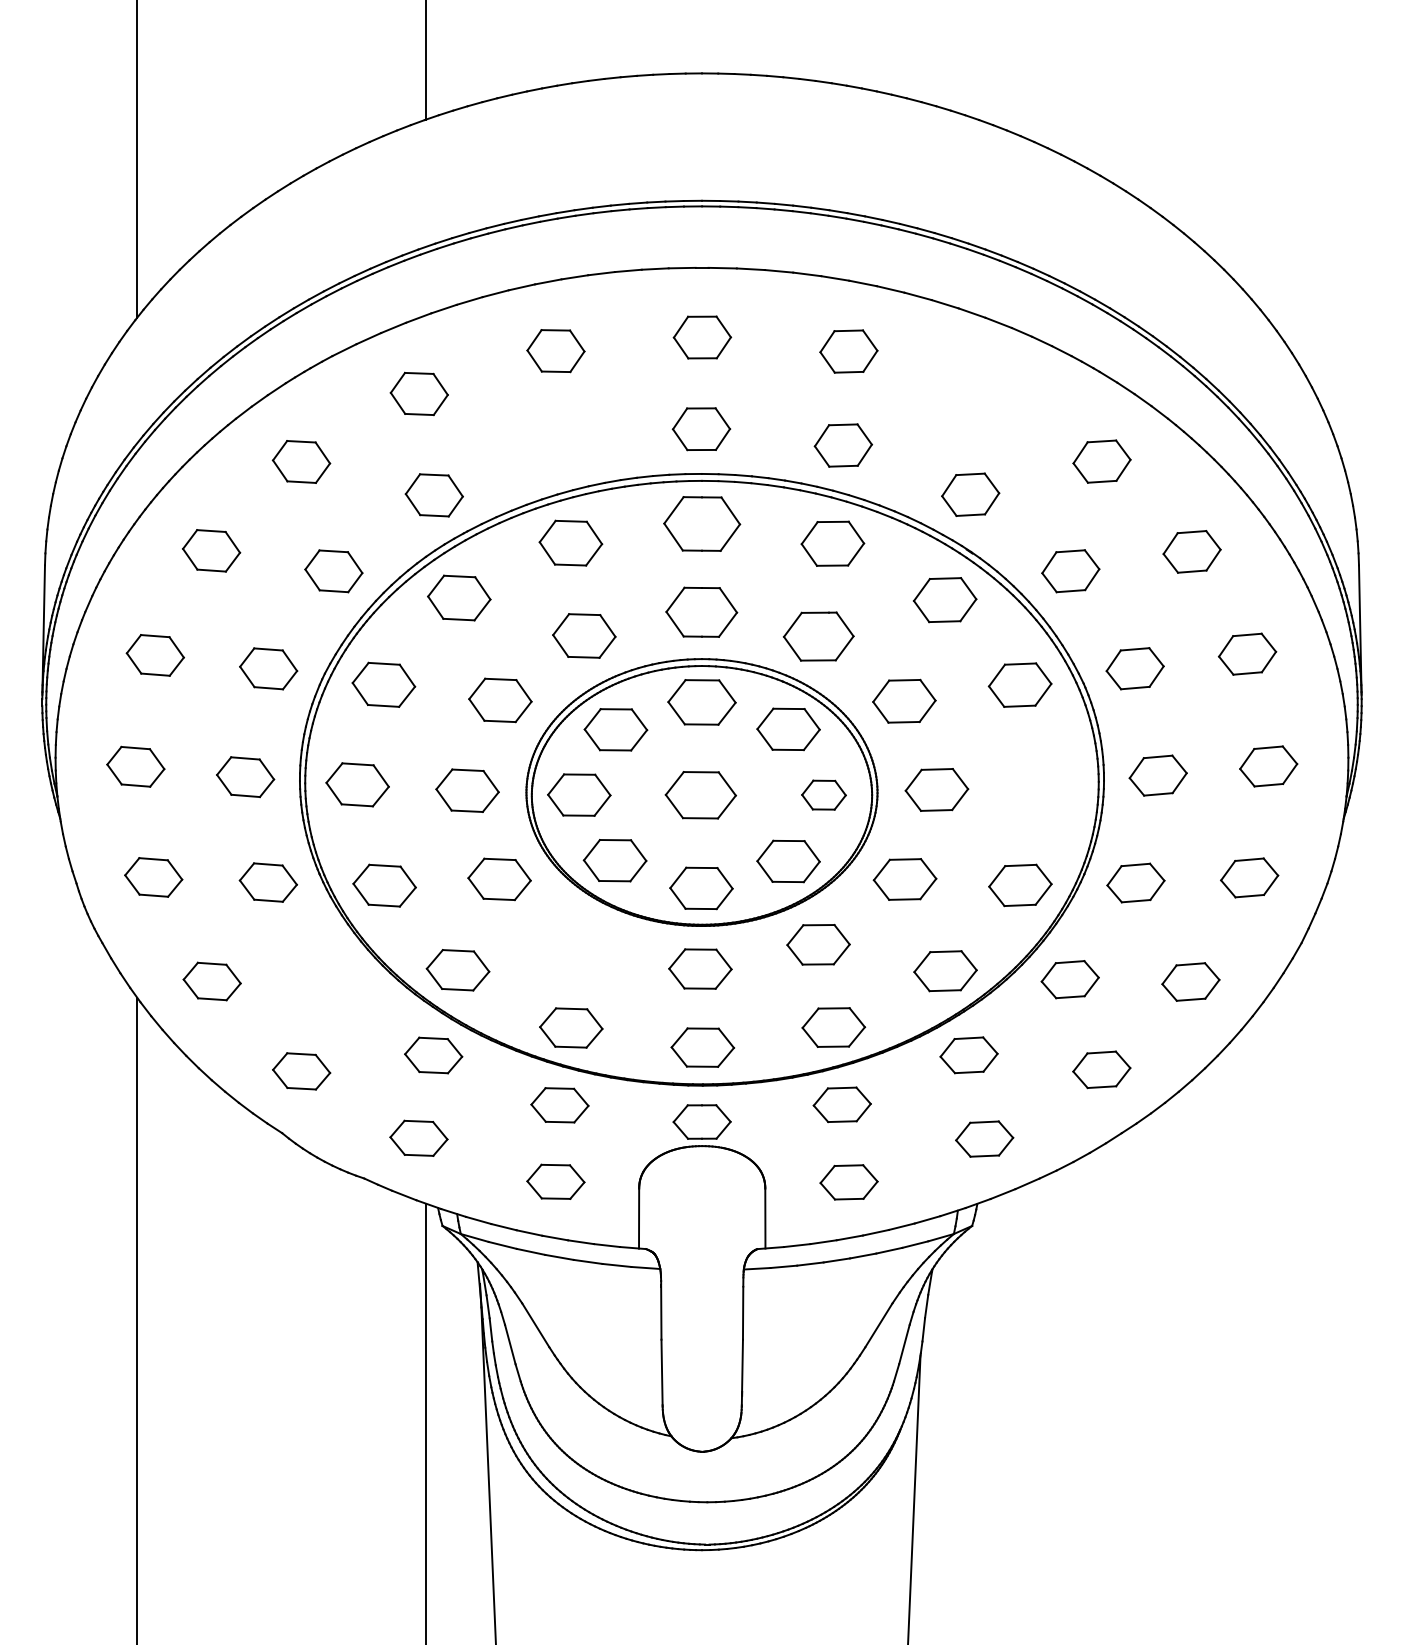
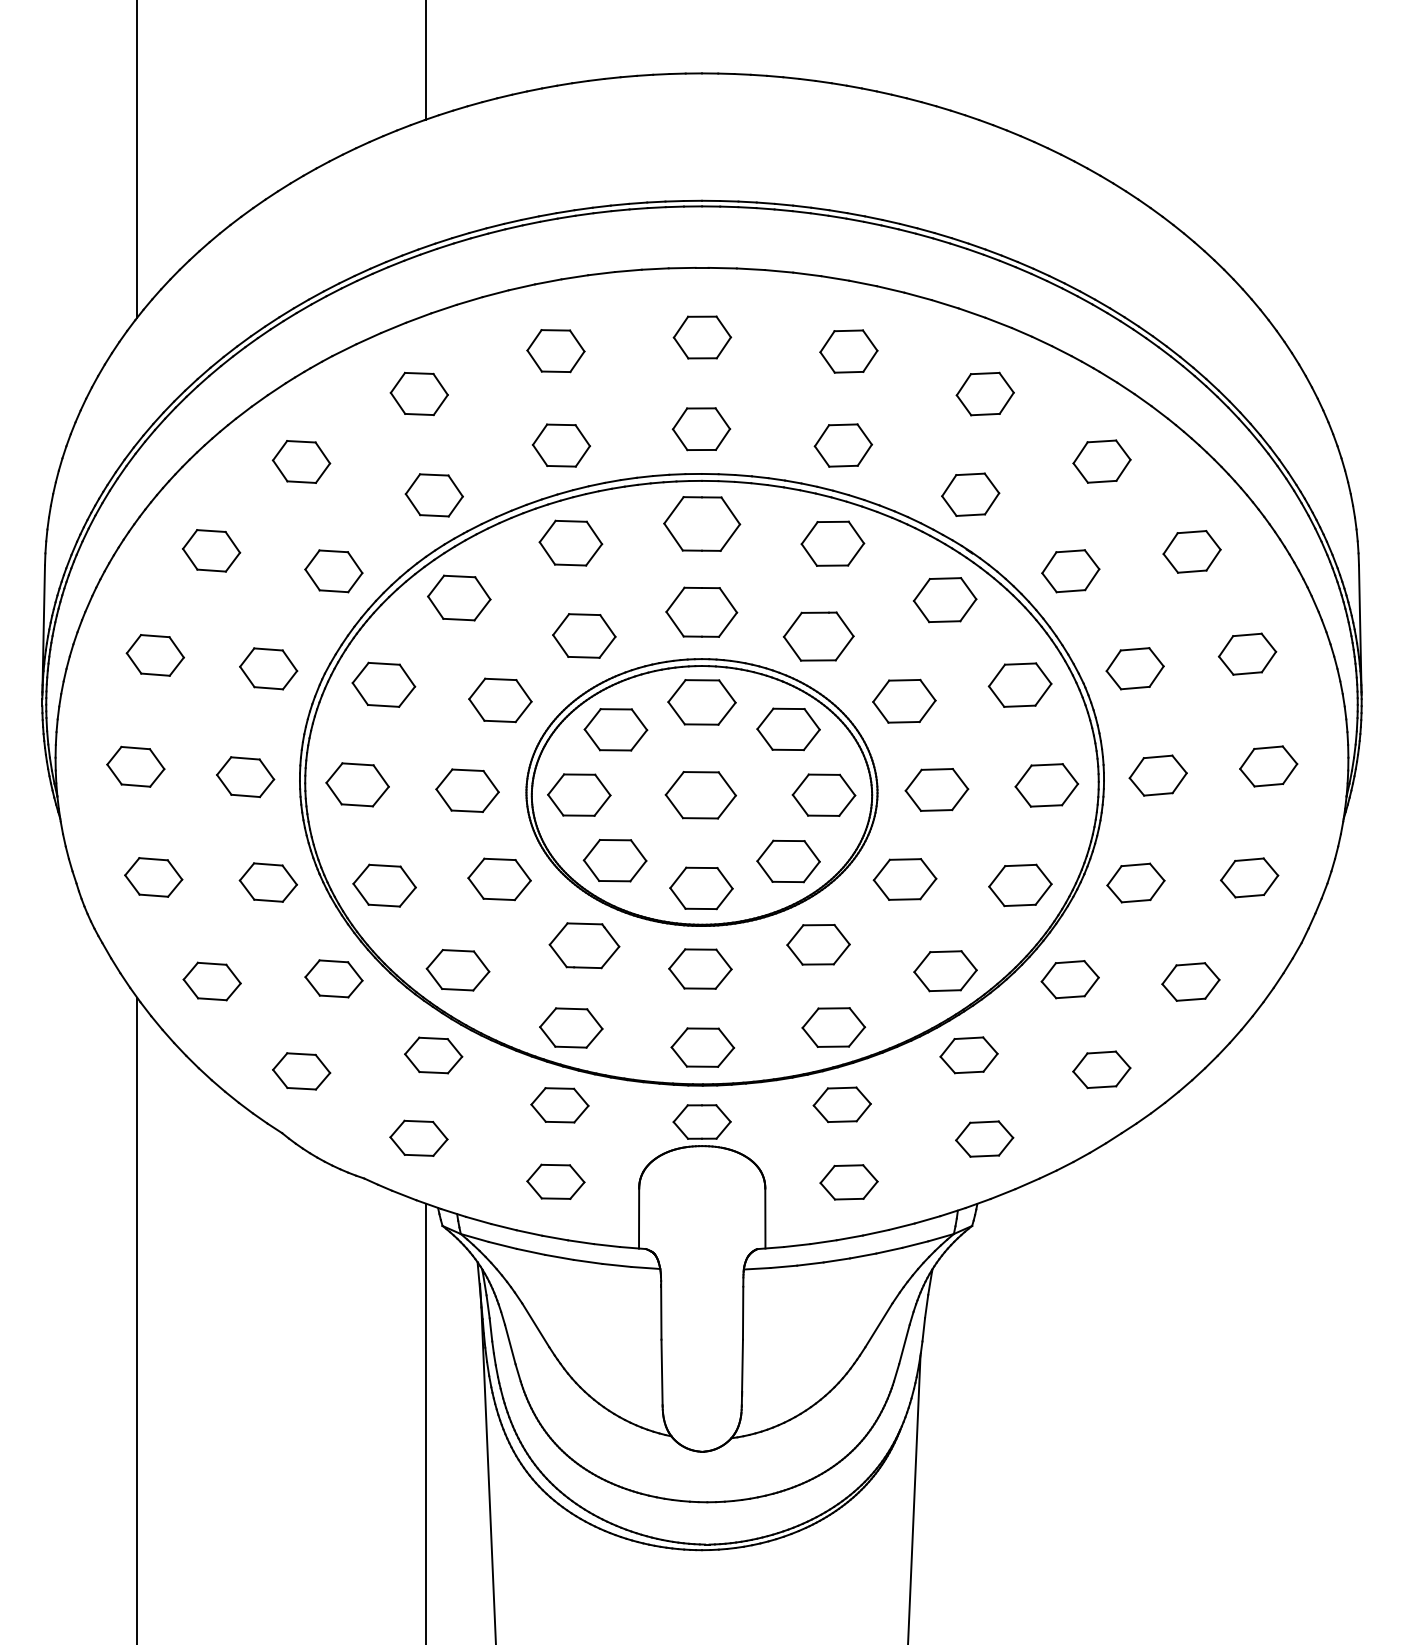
part at (984, 393): none -> present
part at (560, 445): none -> present
part at (1046, 785): none -> present
part at (823, 794) size: 46x32 px -> 66x44 px
part at (584, 945): none -> present
part at (333, 978): none -> present
